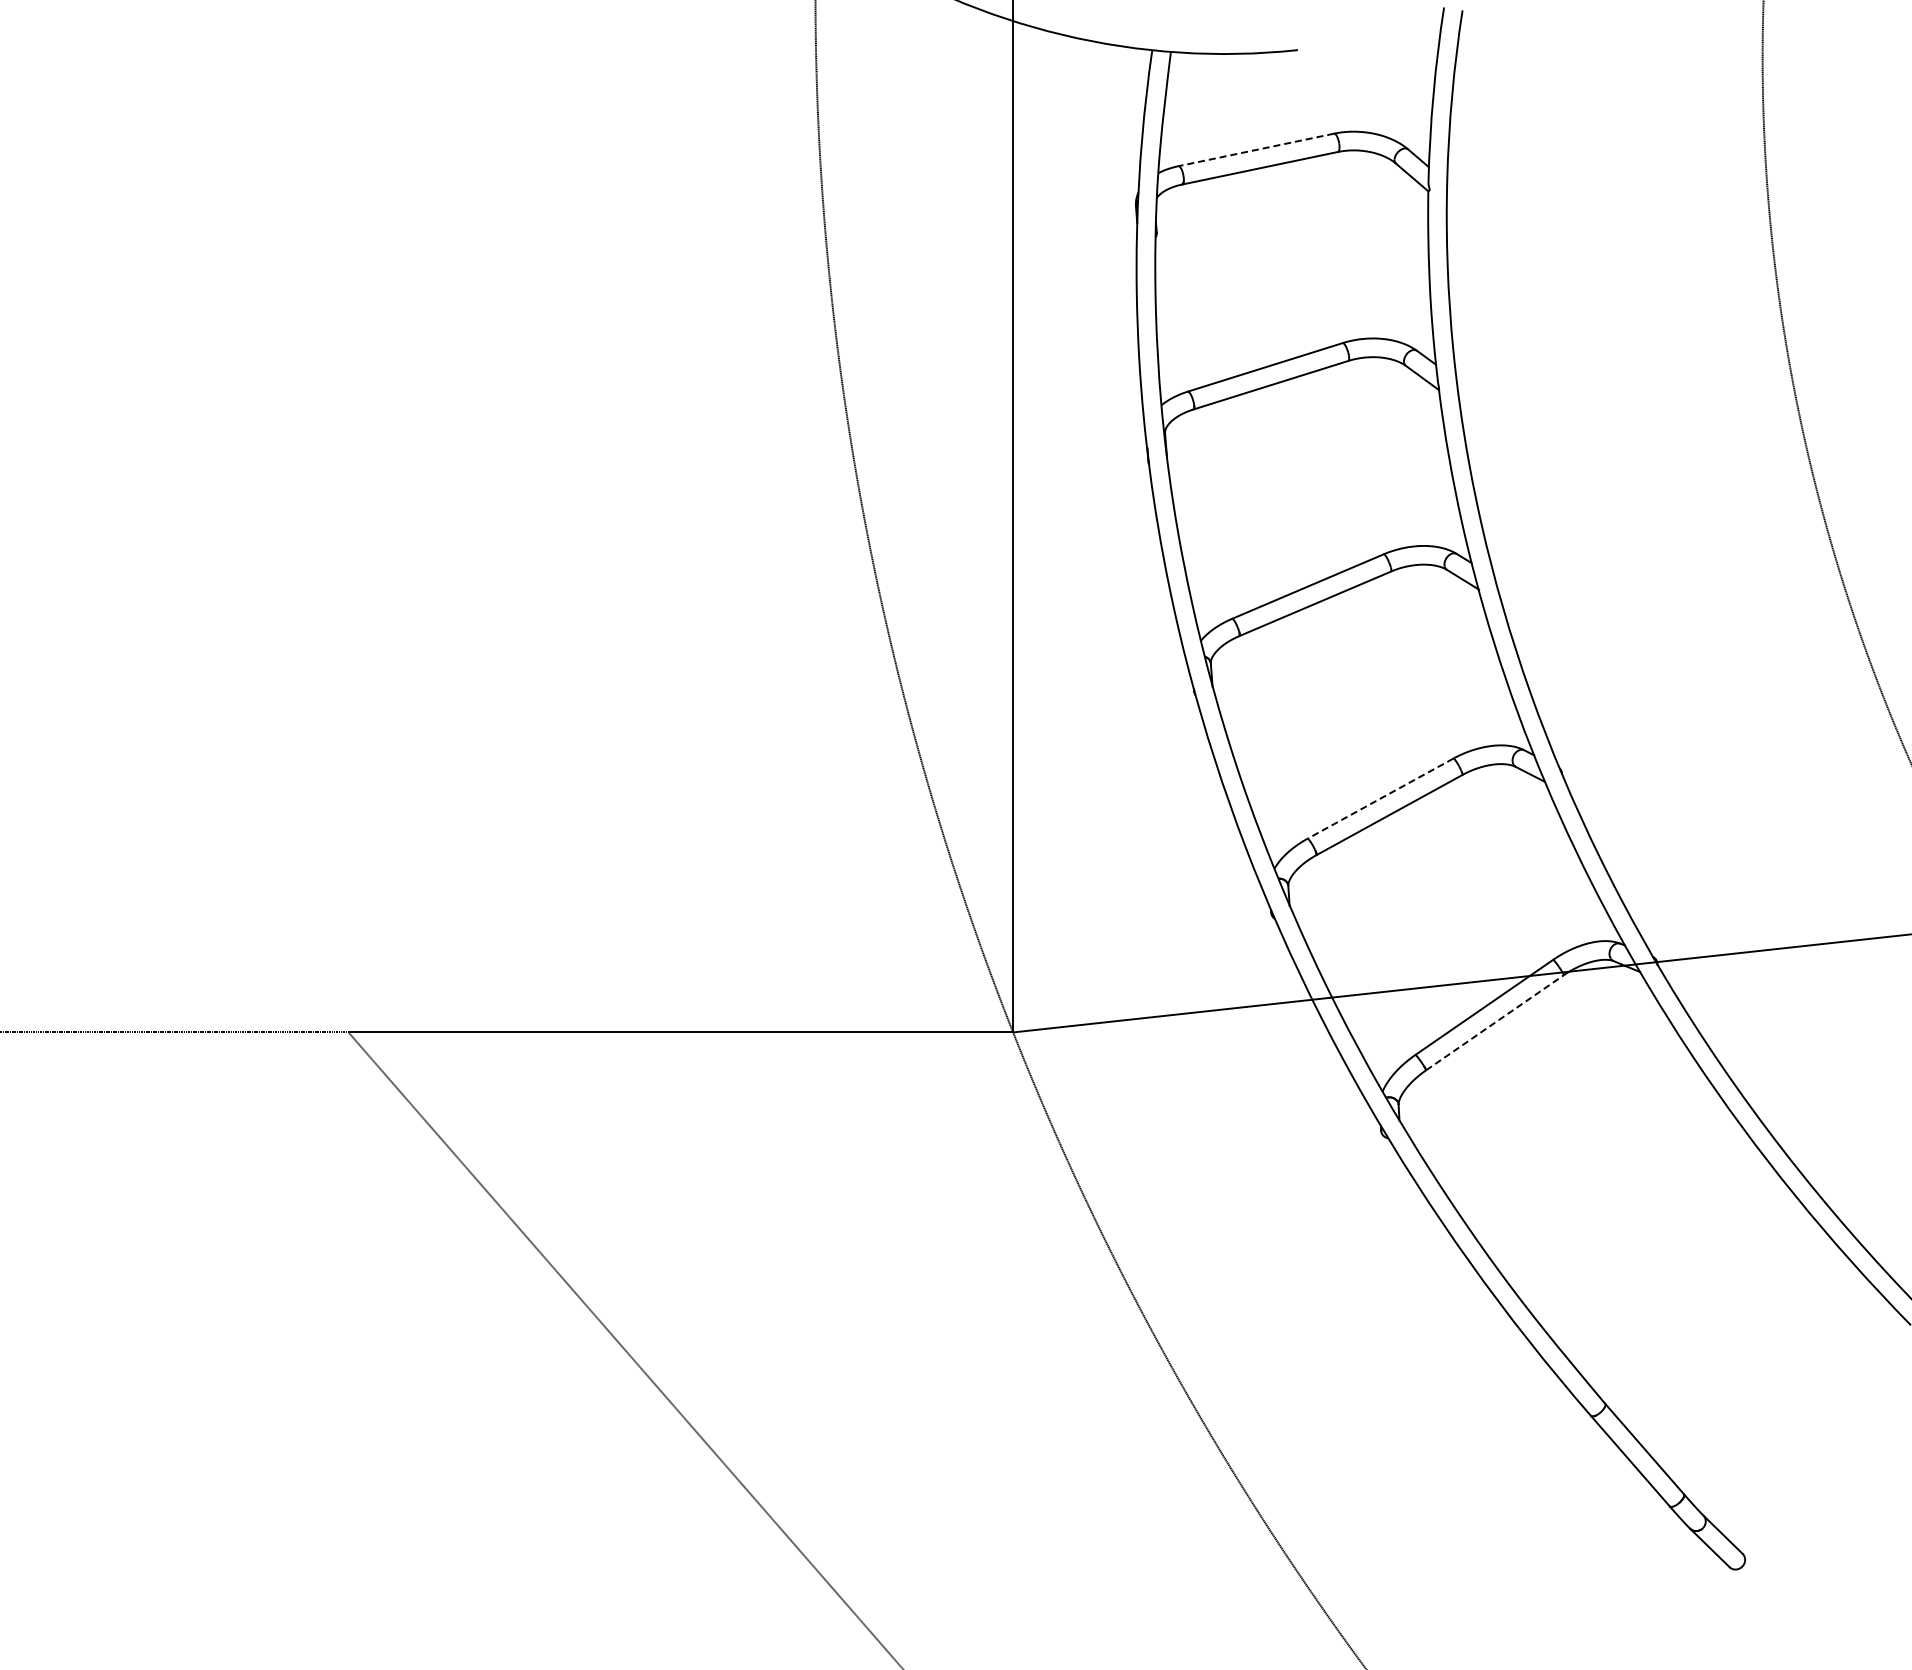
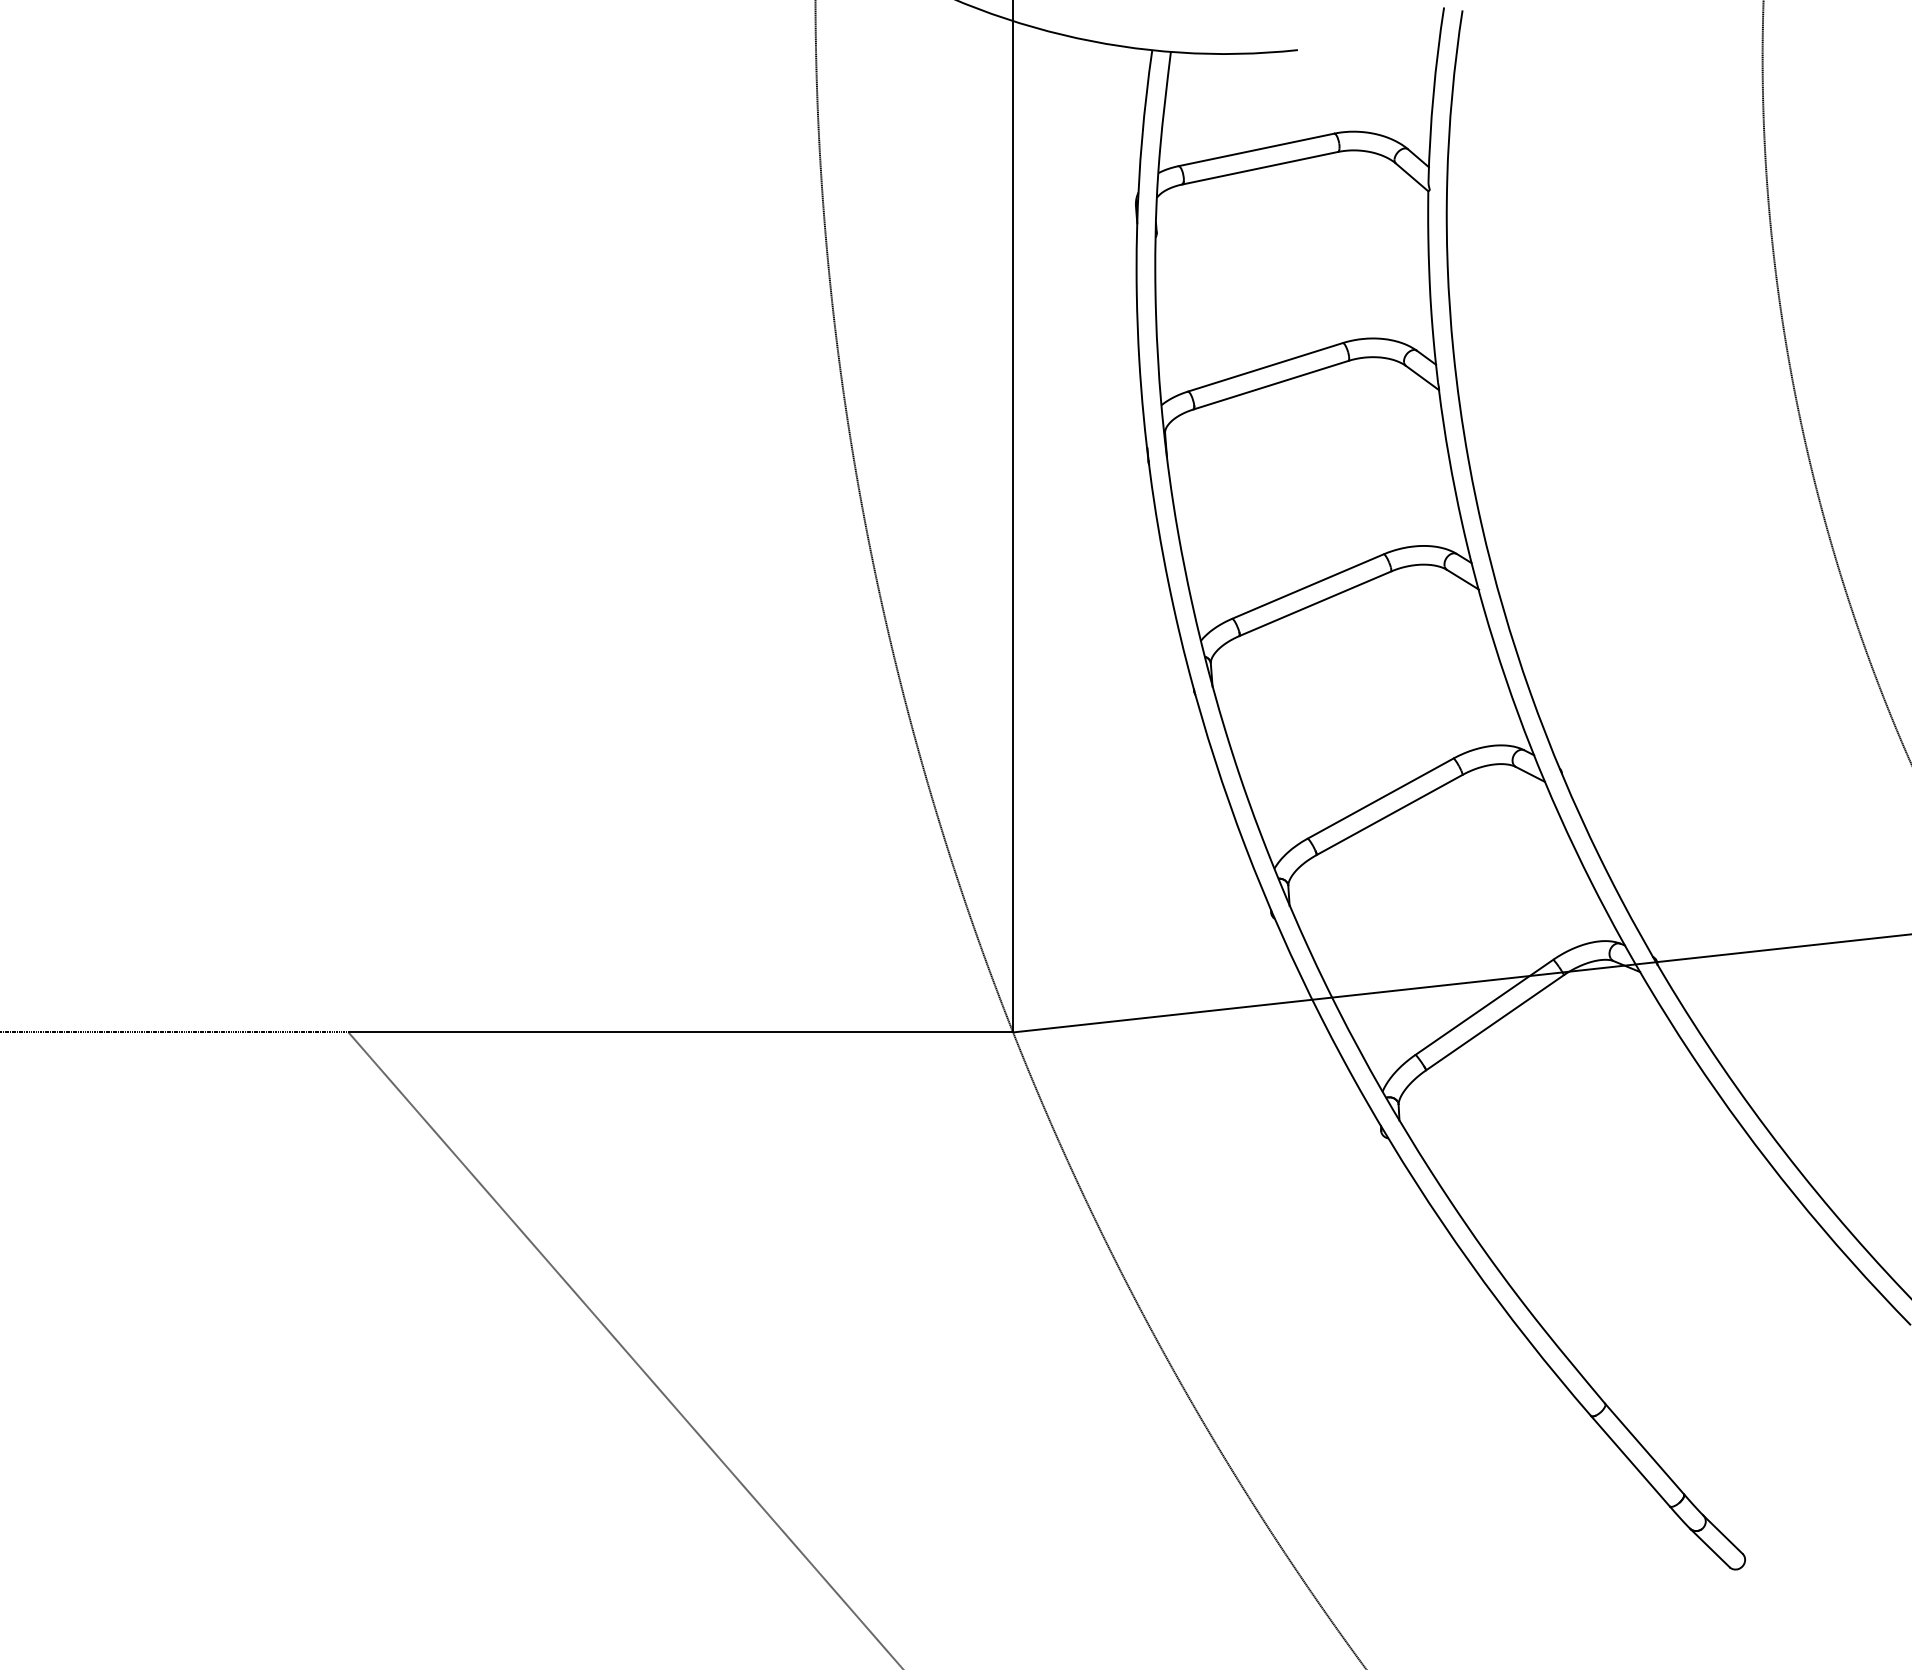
line at (1256, 149): dashed -> solid
line at (1380, 798): dashed -> solid
line at (1495, 1022): dashed -> solid
